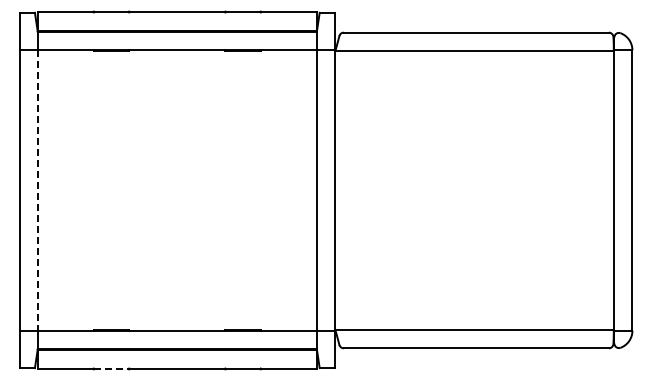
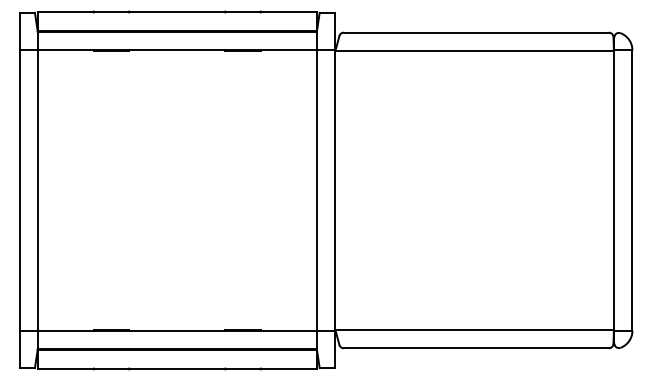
line at (37, 190): dashed -> solid
line at (111, 369): dashed -> solid
